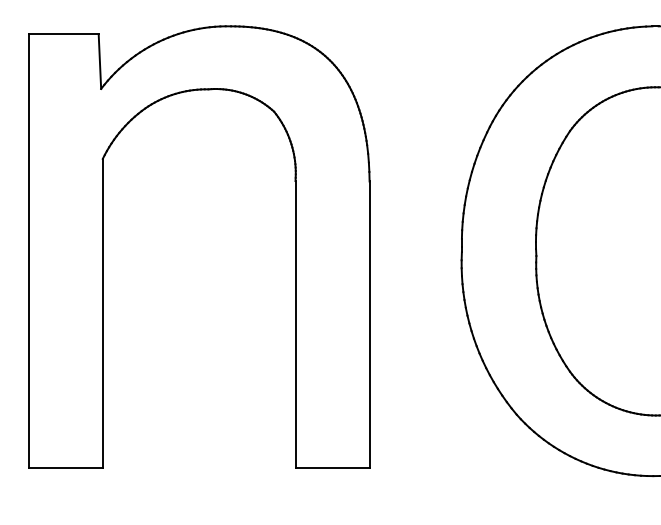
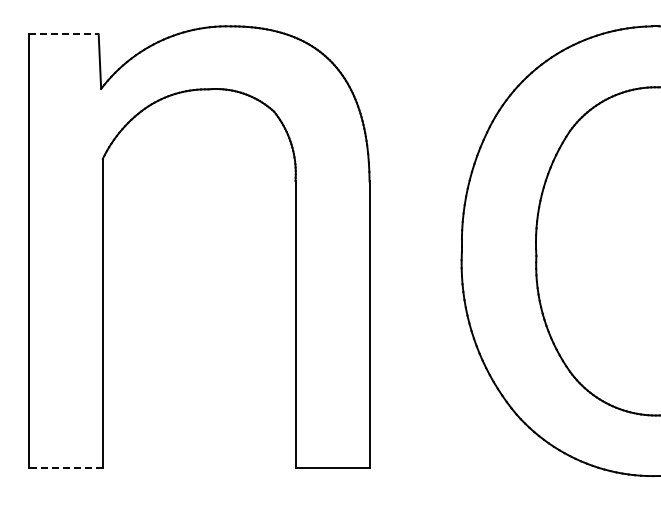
line at (64, 34): solid -> dashed
line at (65, 467): solid -> dashed
